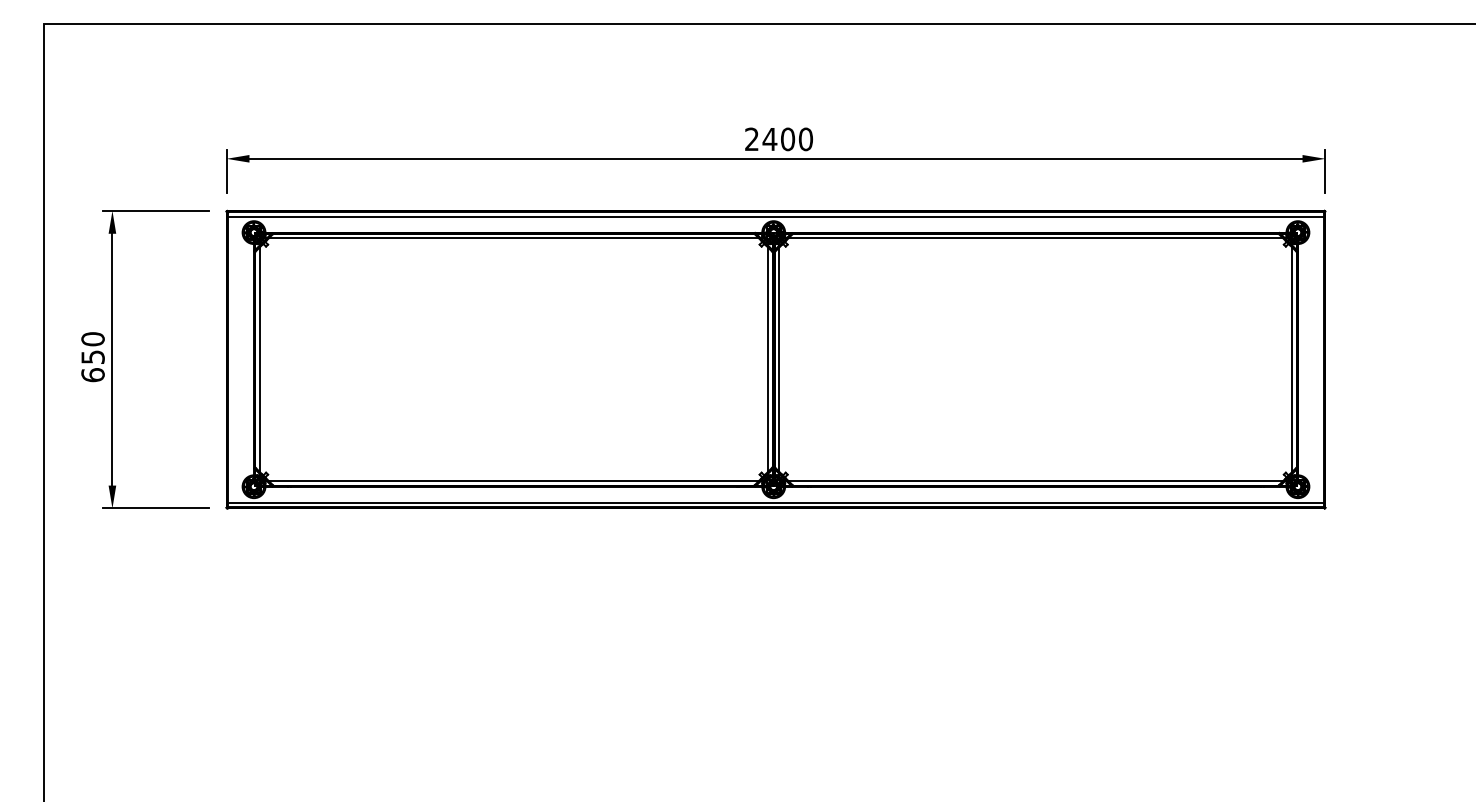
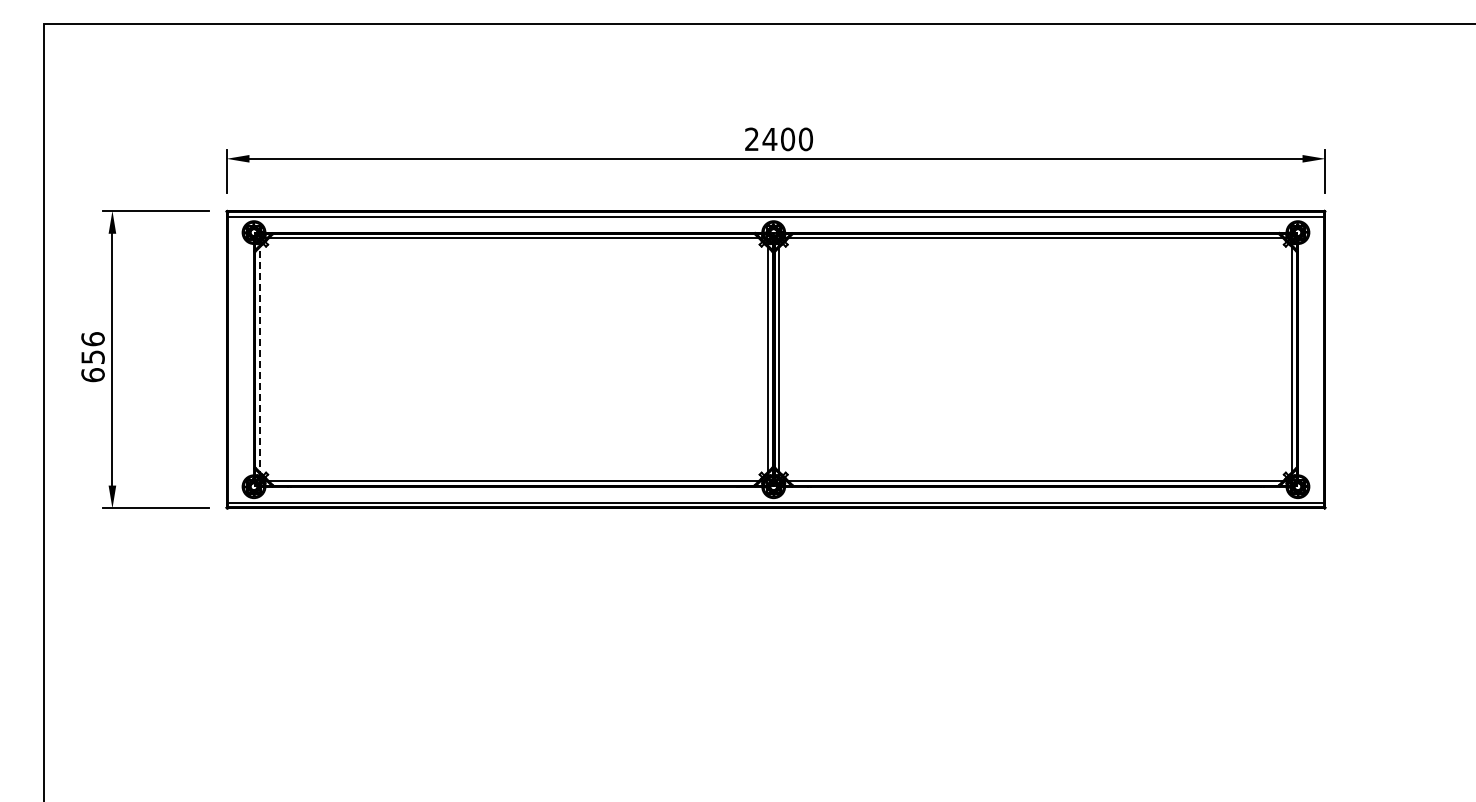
text at (92, 339): 650 -> 656
line at (259, 359): solid -> dashed
